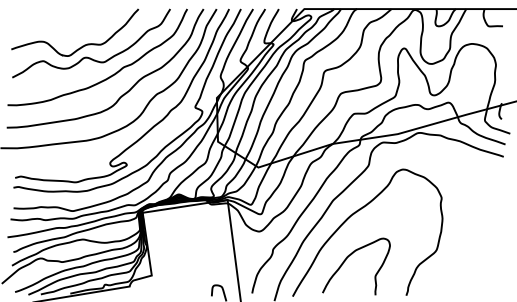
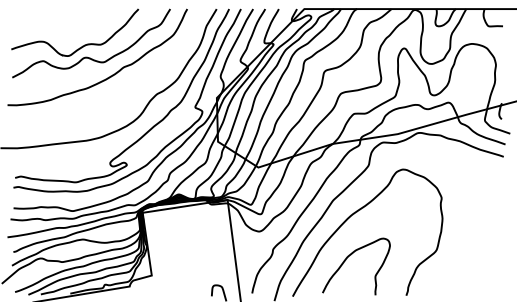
curve at (123, 93): present -> none
